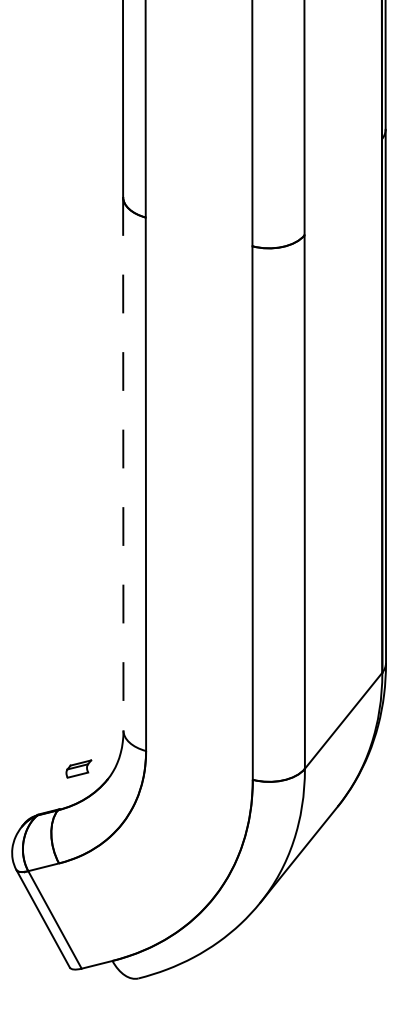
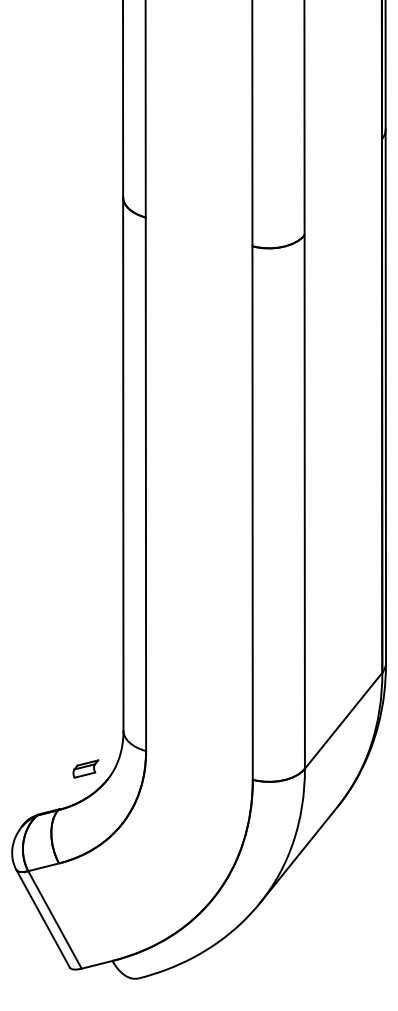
line at (123, 463): dashed -> solid
part at (78, 768) position: (78, 768) -> (85, 768)
